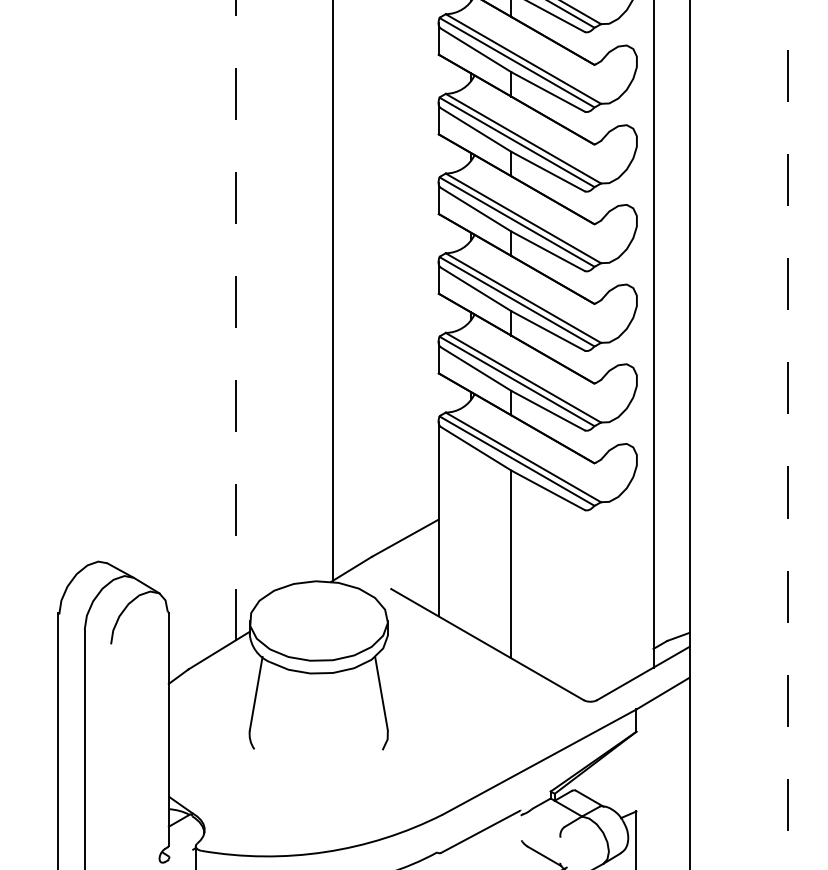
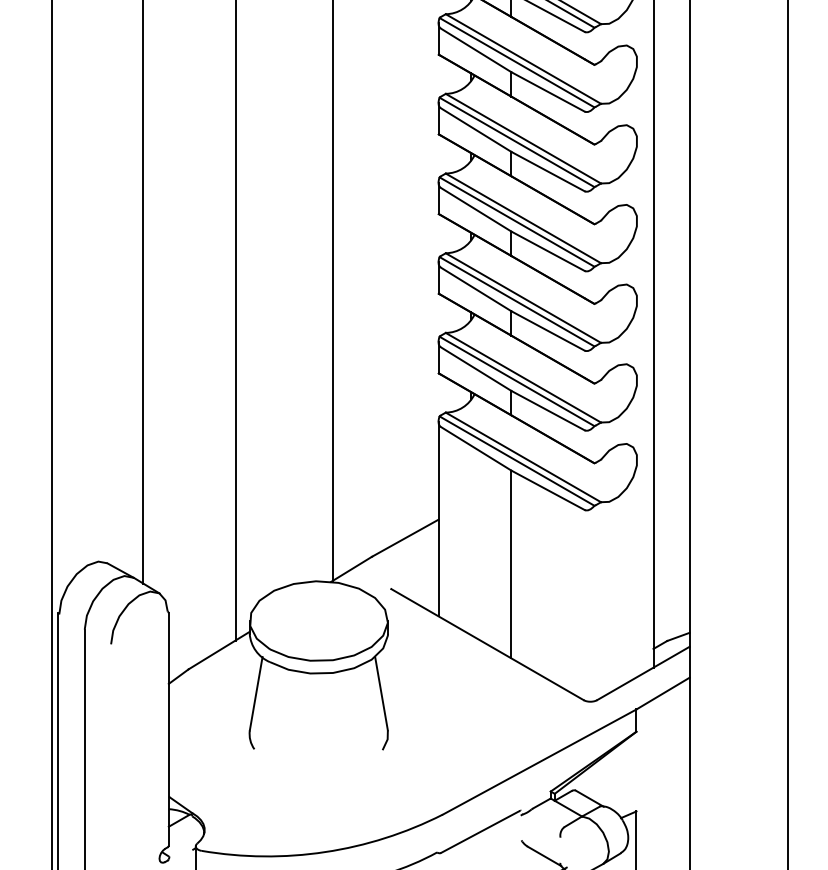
line at (143, 292): none -> present
line at (235, 320): dashed -> solid
line at (51, 434): none -> present
line at (787, 434): dashed -> solid
